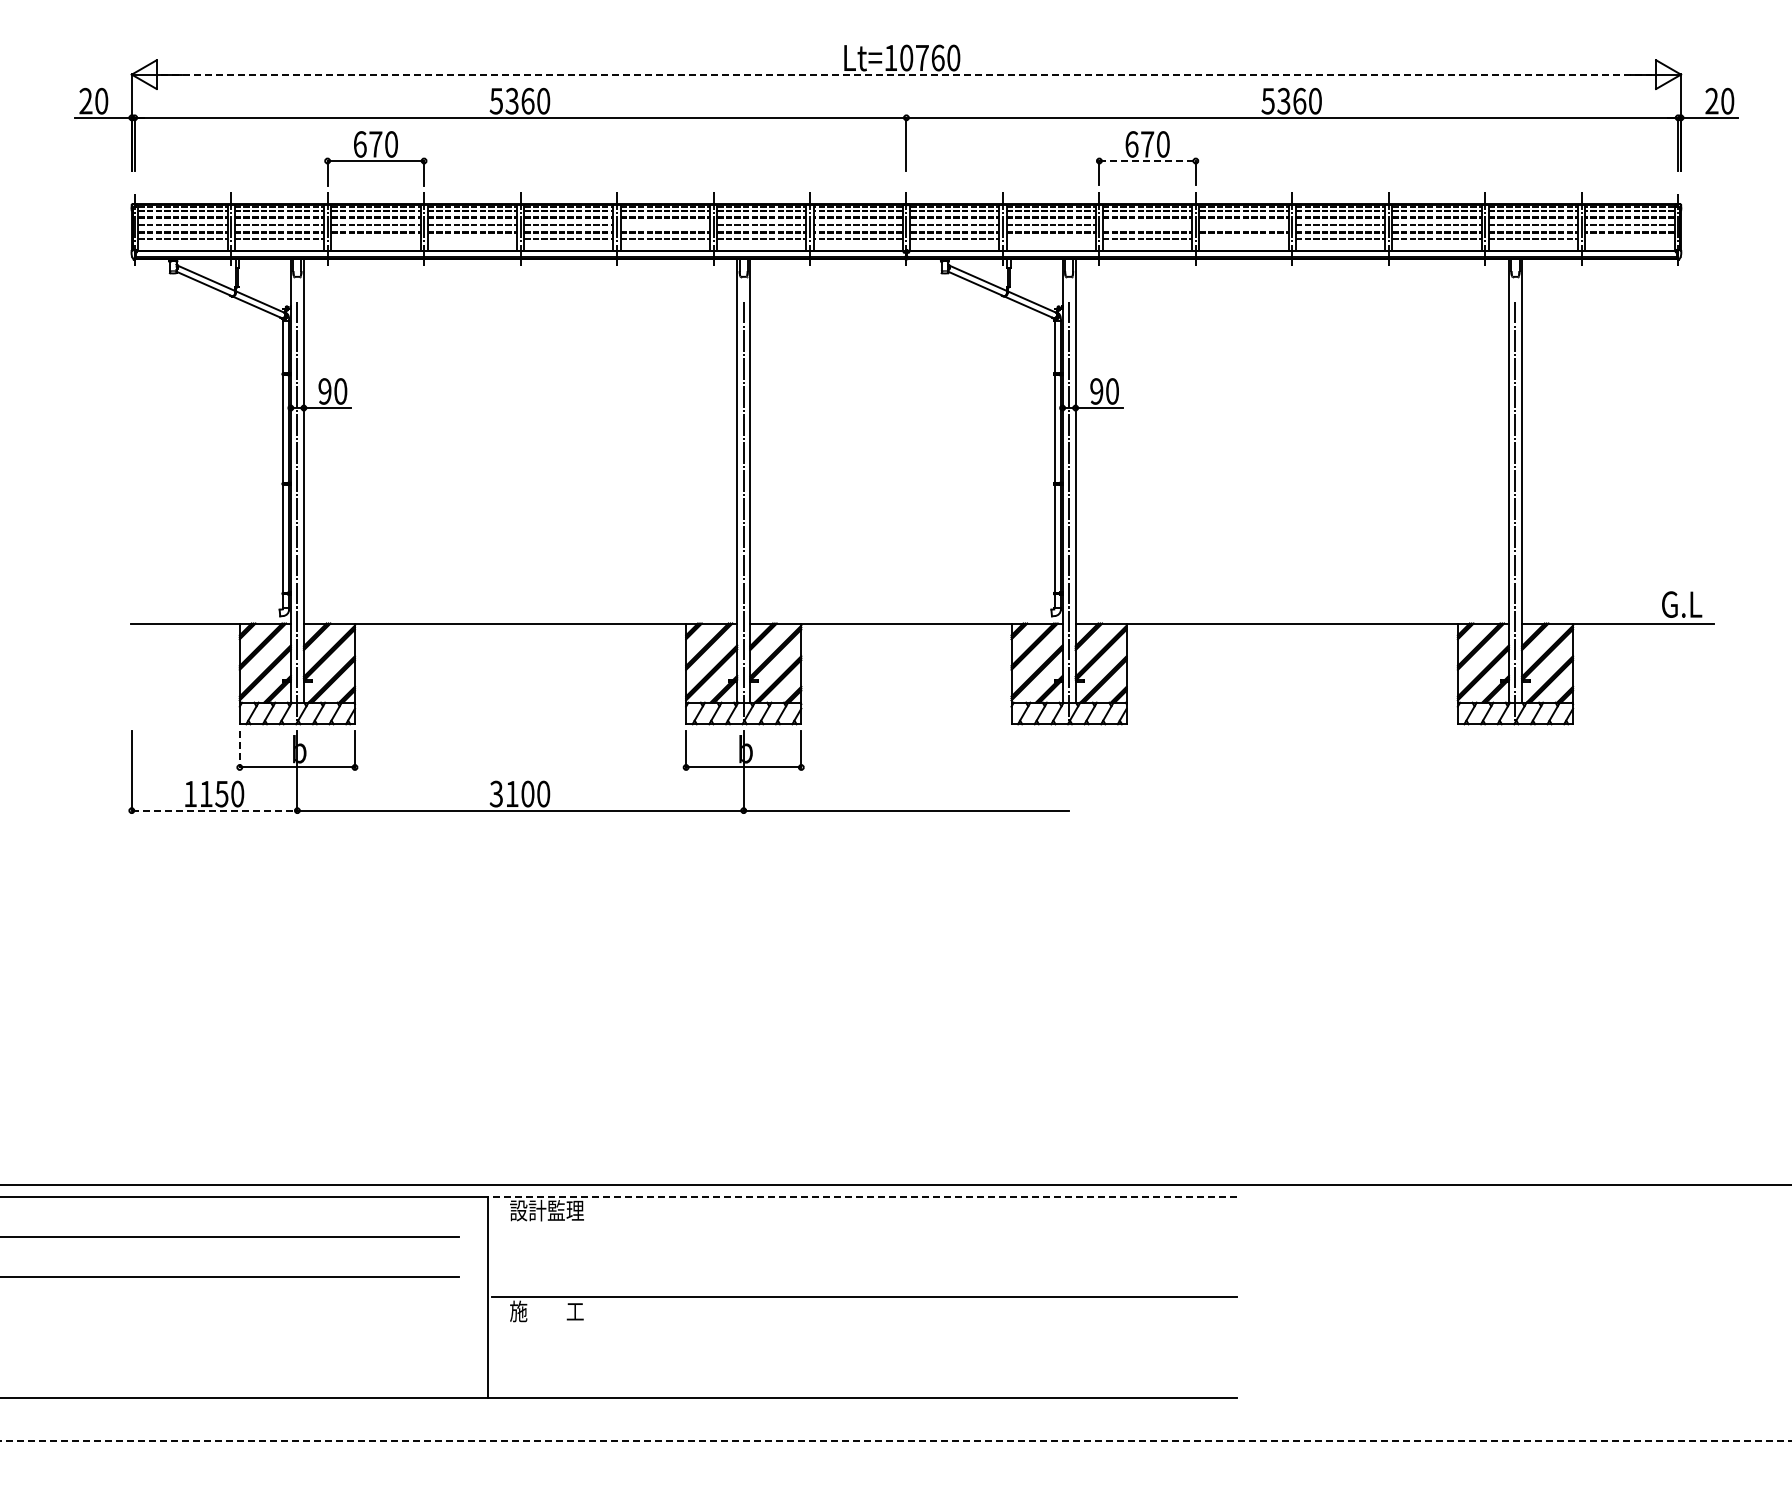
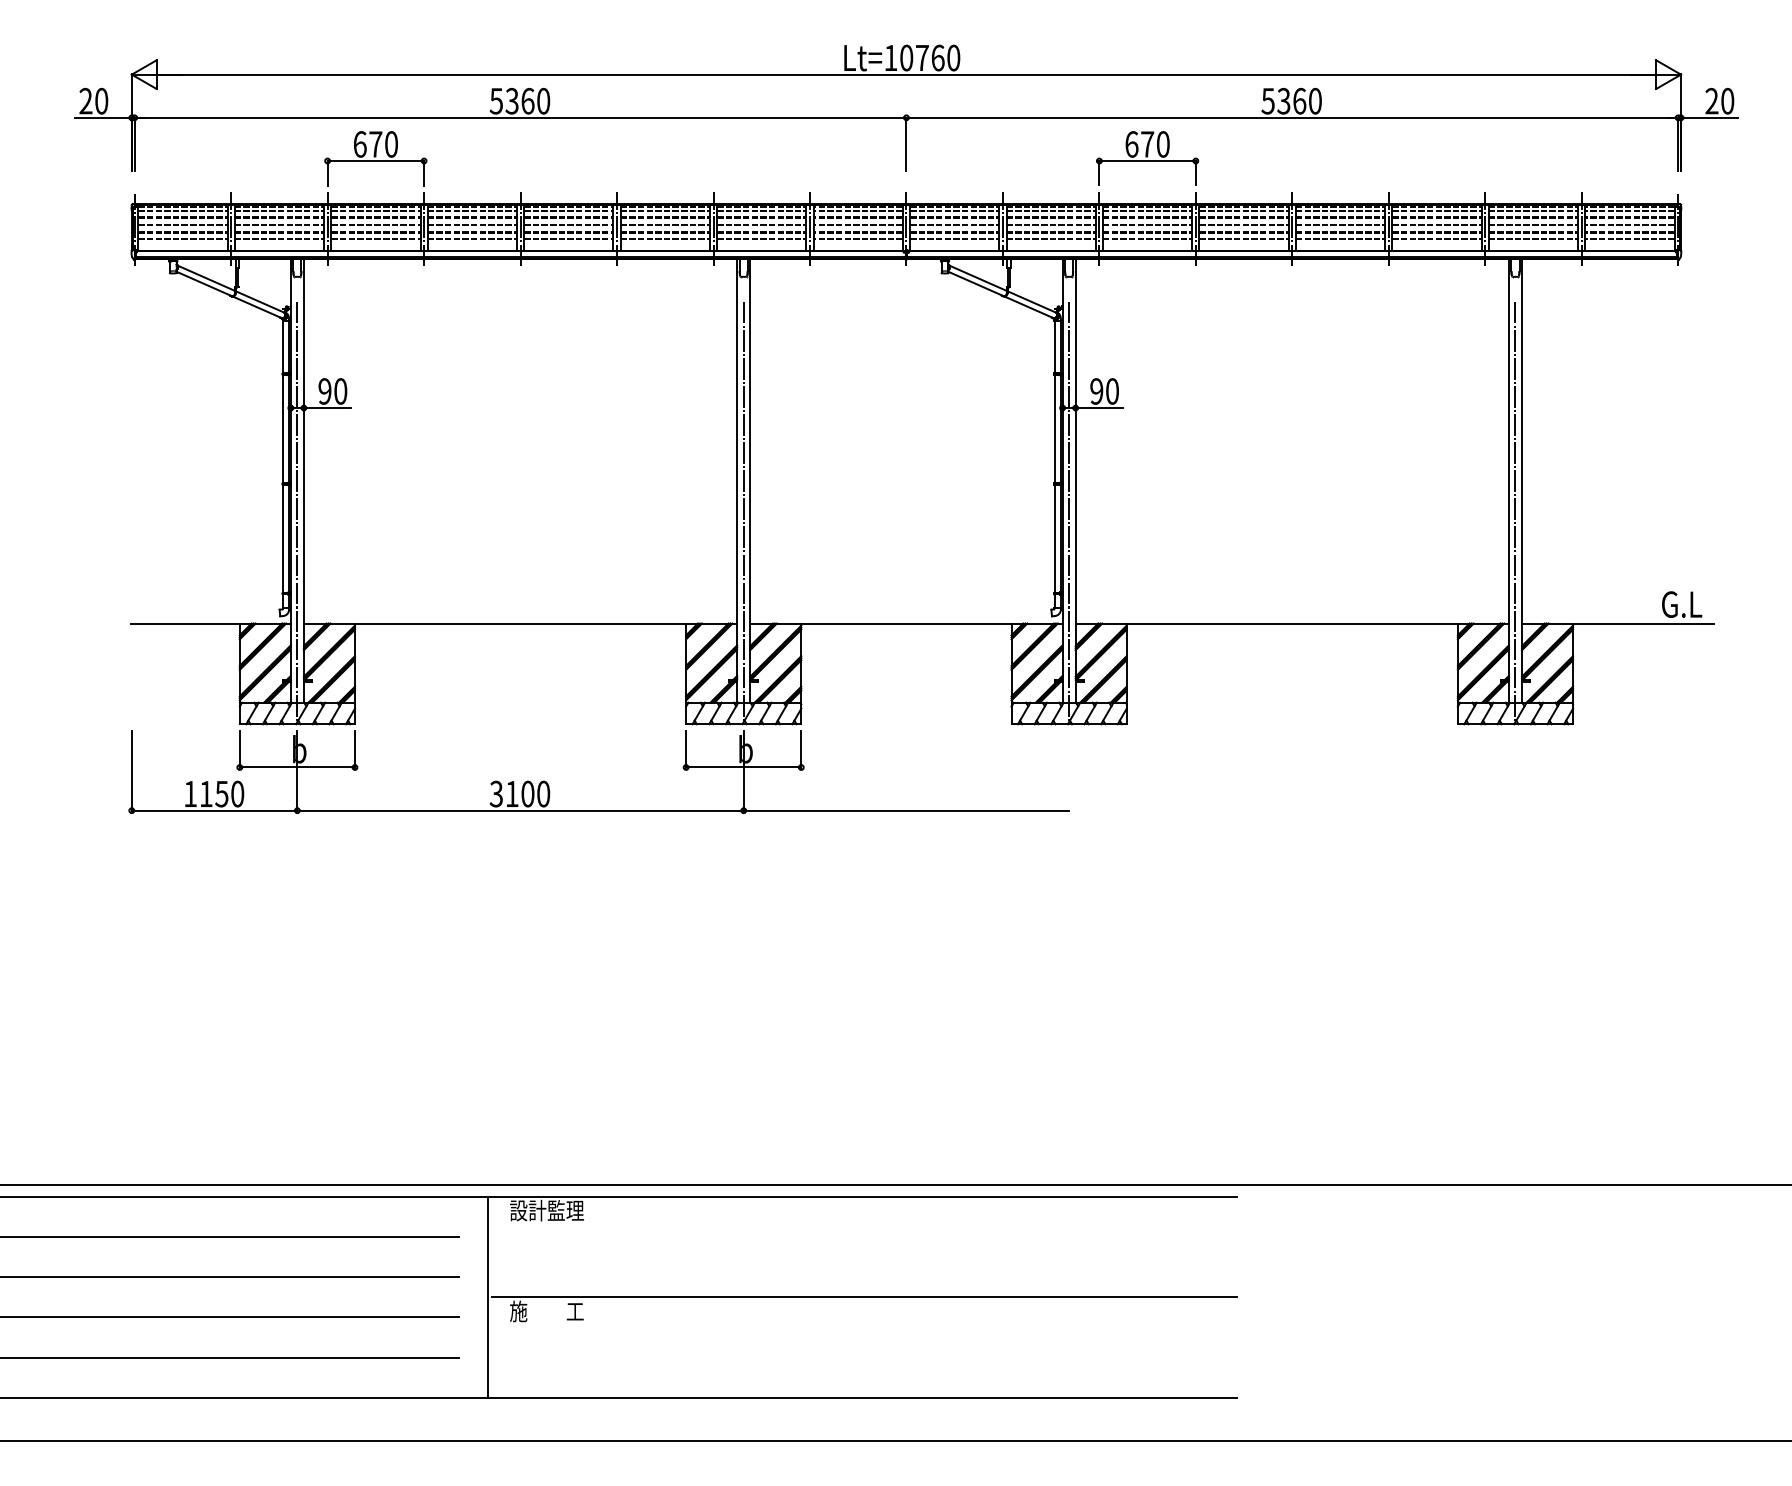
line at (906, 74): dashed -> solid
line at (1148, 161): dashed -> solid
line at (664, 224): none -> present
line at (1147, 224): none -> present
line at (1243, 224): none -> present
line at (375, 239): none -> present
line at (471, 239): none -> present
line at (1050, 239): none -> present
line at (1243, 239): none -> present
line at (1629, 239): none -> present
line at (239, 750): dashed -> solid
line at (214, 810): dashed -> solid
line at (862, 1196): dashed -> solid
line at (230, 1317): none -> present
line at (230, 1357): none -> present
line at (896, 1441): dashed -> solid
